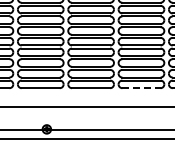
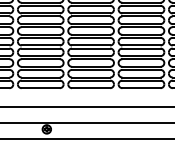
line at (141, 88): dashed -> solid
line at (86, 130) position: (86, 130) -> (86, 123)
